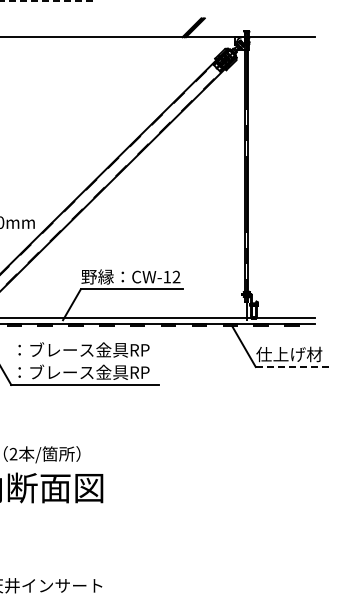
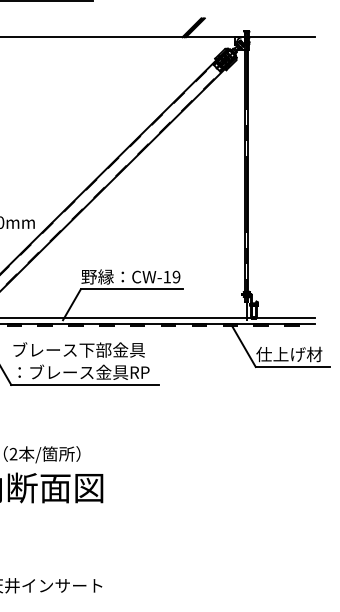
line at (46, 0): dashed -> solid
text at (176, 277): CW-12 -> CW-19
text at (81, 349): ：ブレース金具RP -> ブレース下部金具
line at (293, 367): dashed -> solid
